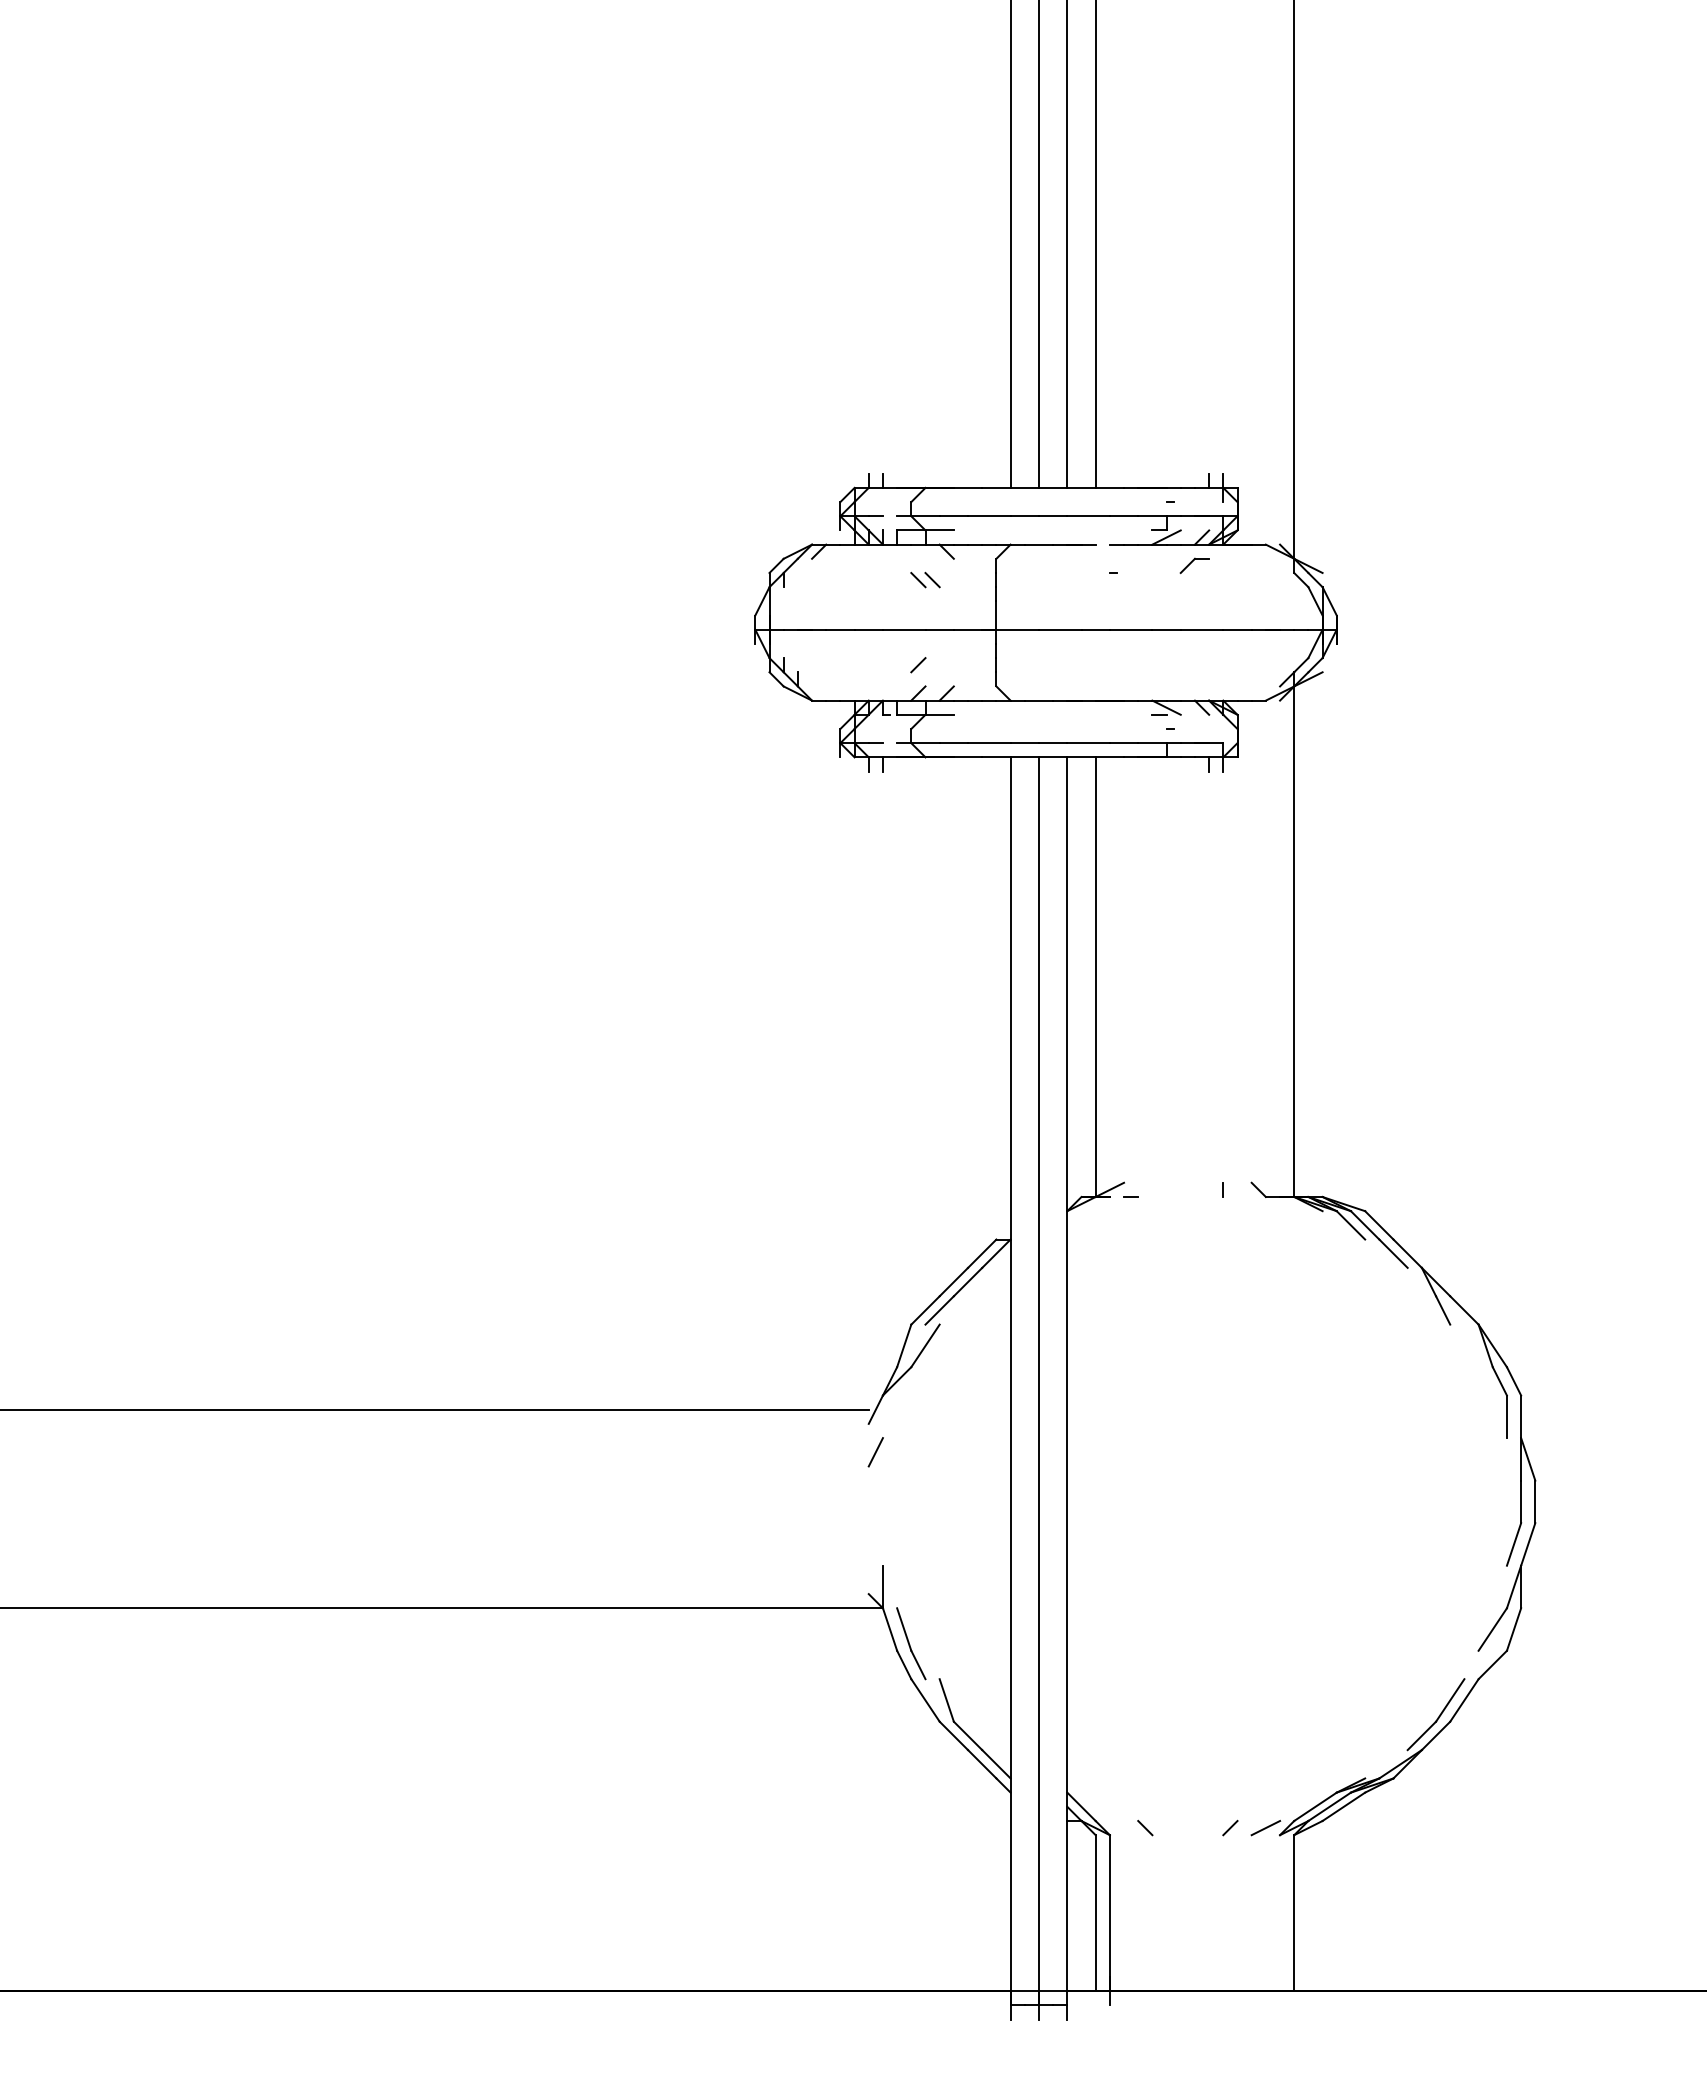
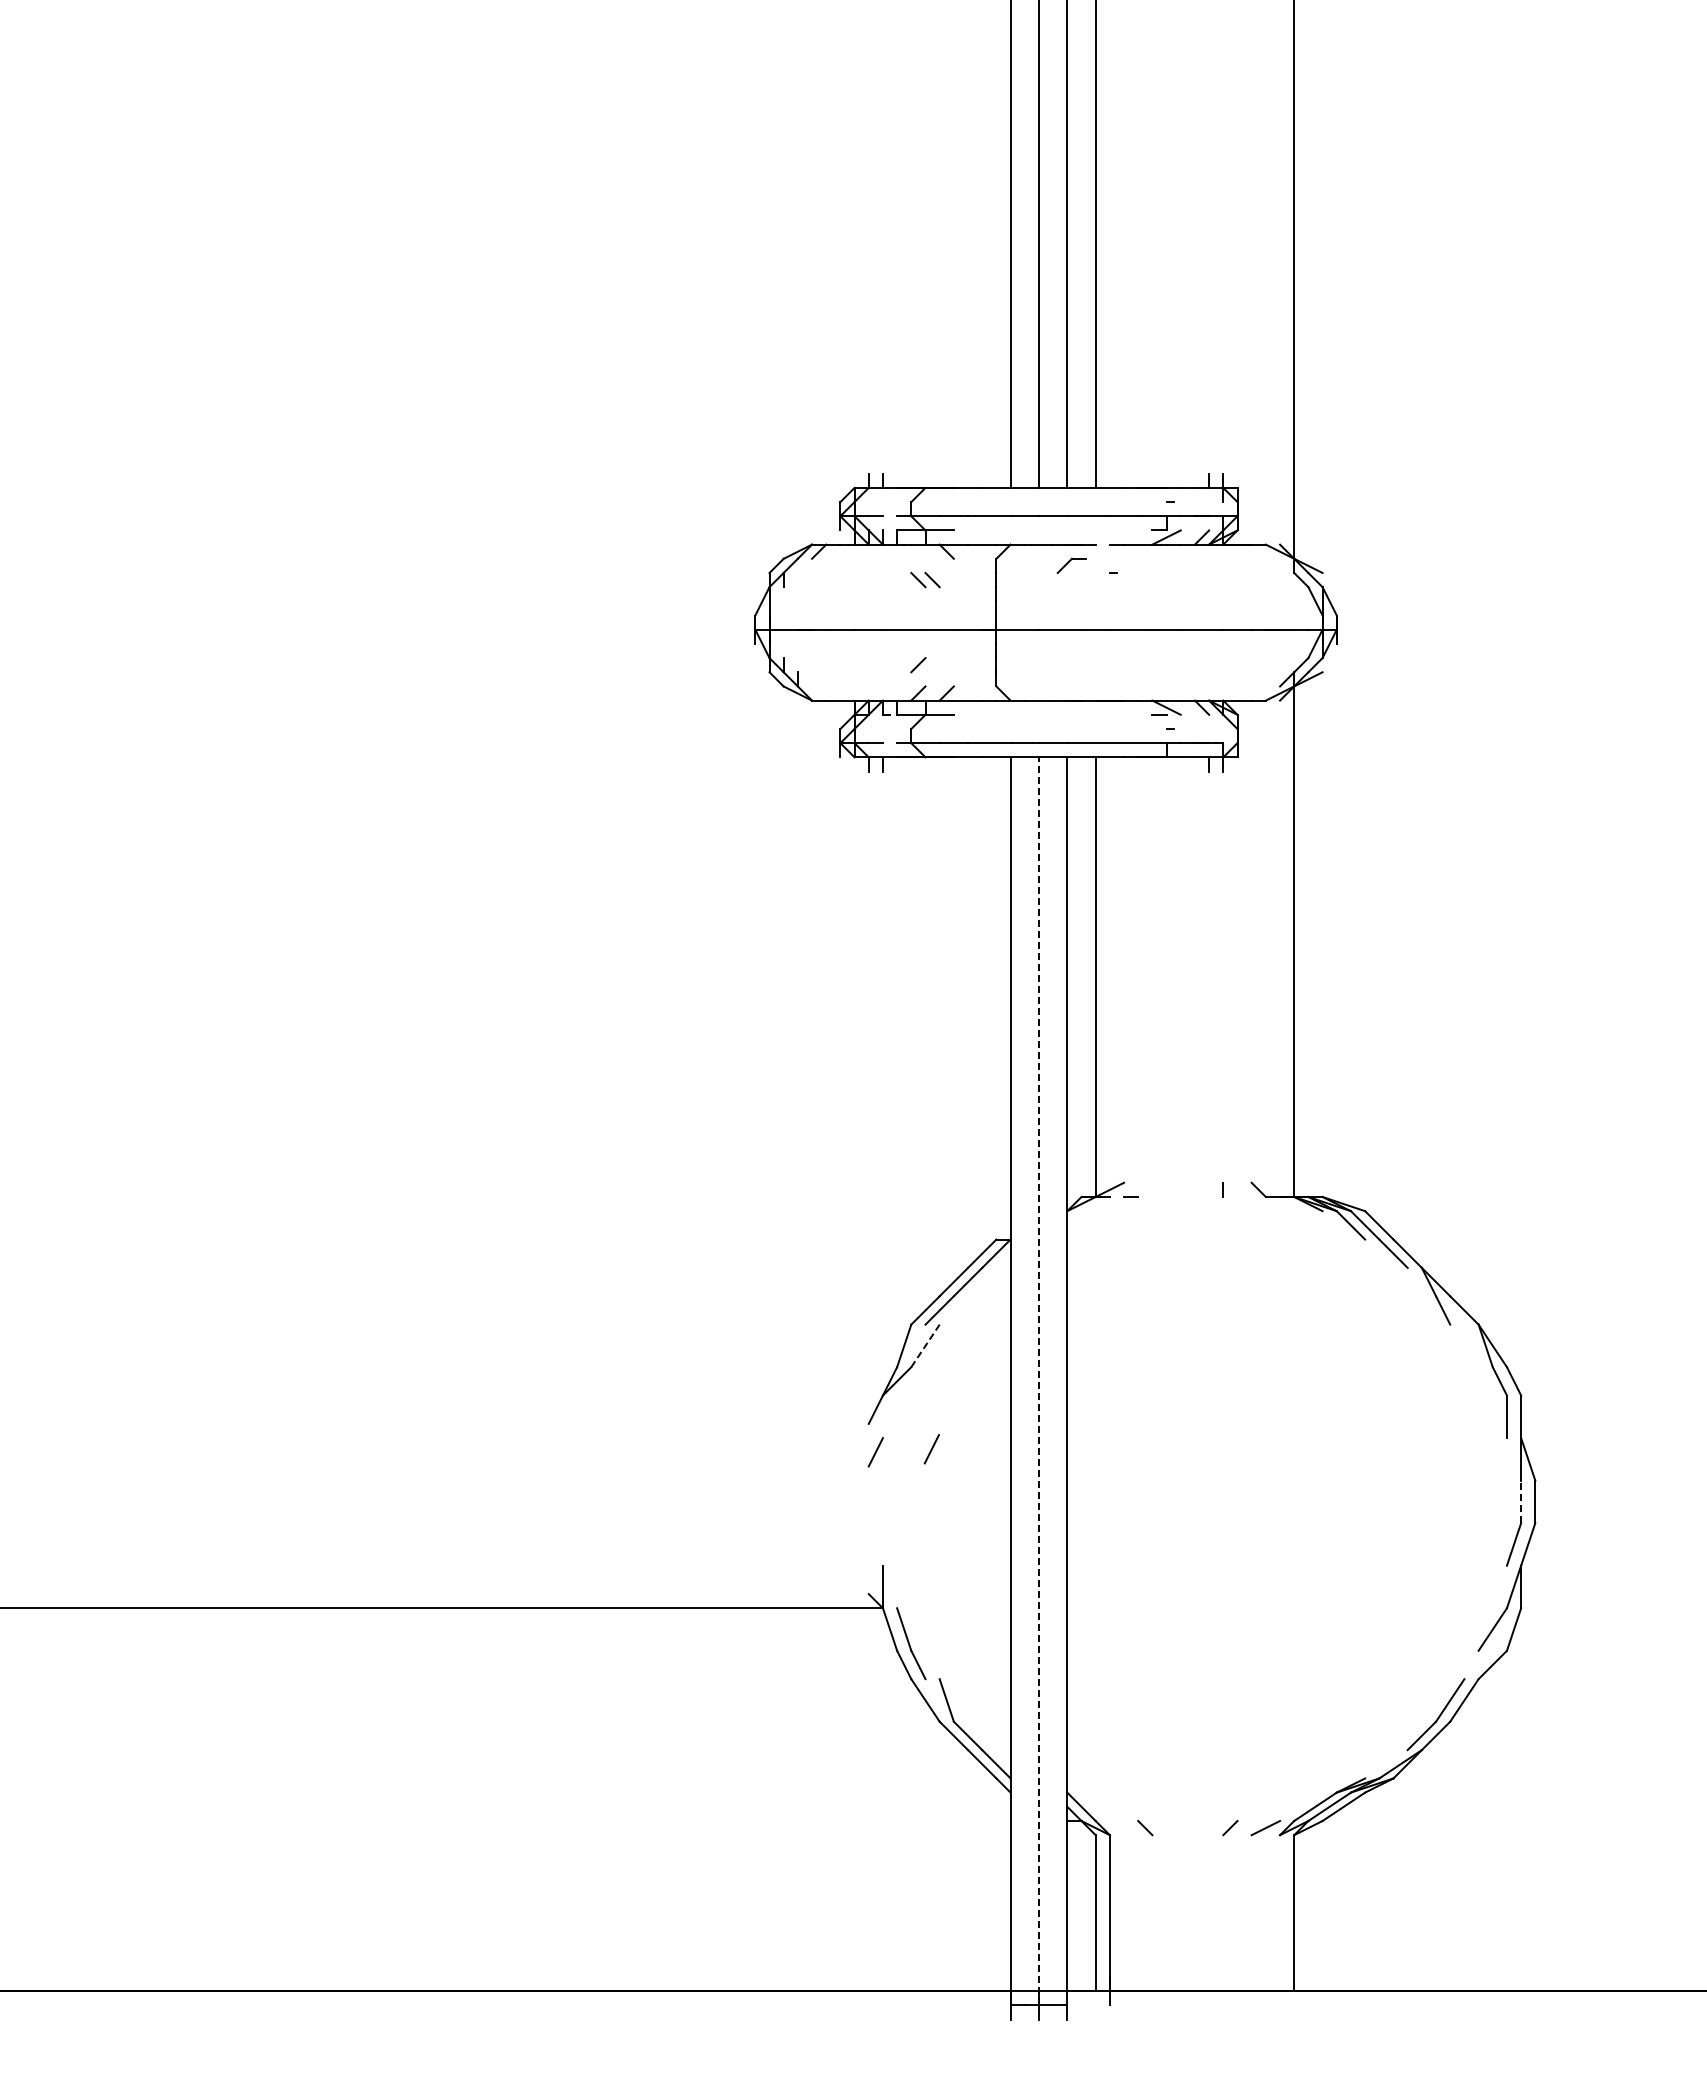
part at (1194, 565) position: (1194, 565) -> (1071, 565)
line at (925, 1345): solid -> dashed
line at (1038, 1381): solid -> dashed
line at (435, 1409): present -> none
line at (931, 1449): none -> present
line at (1521, 1501): solid -> dashed
